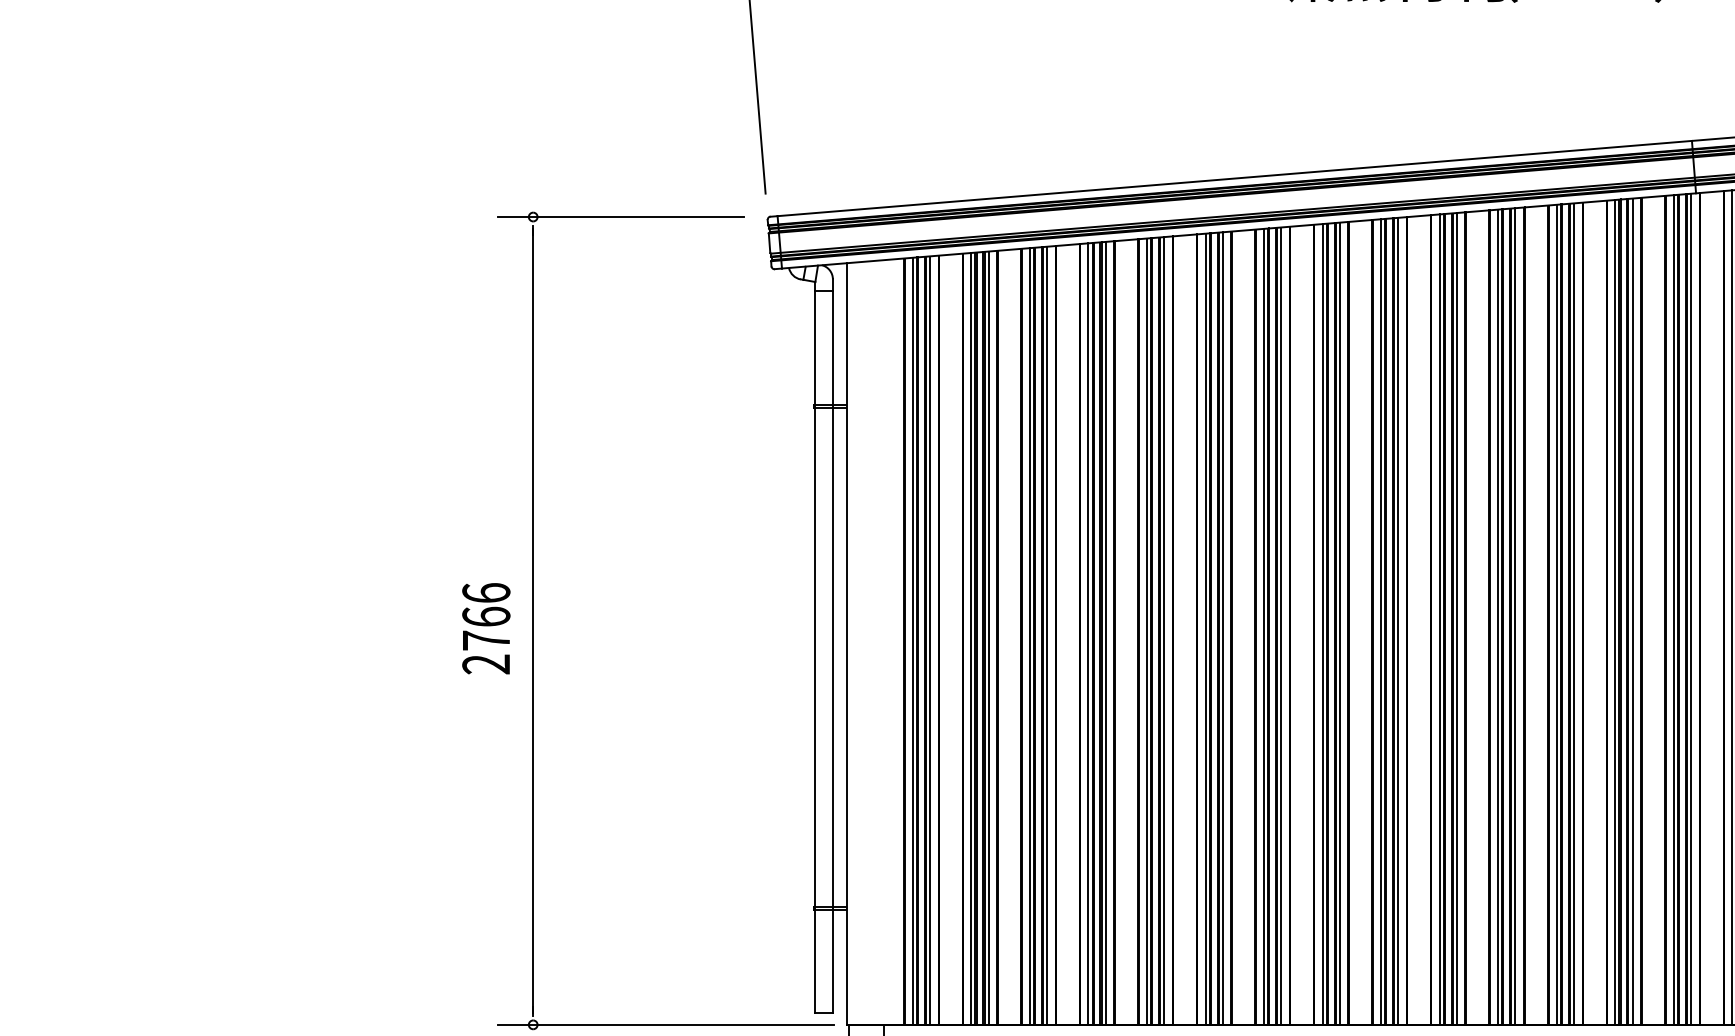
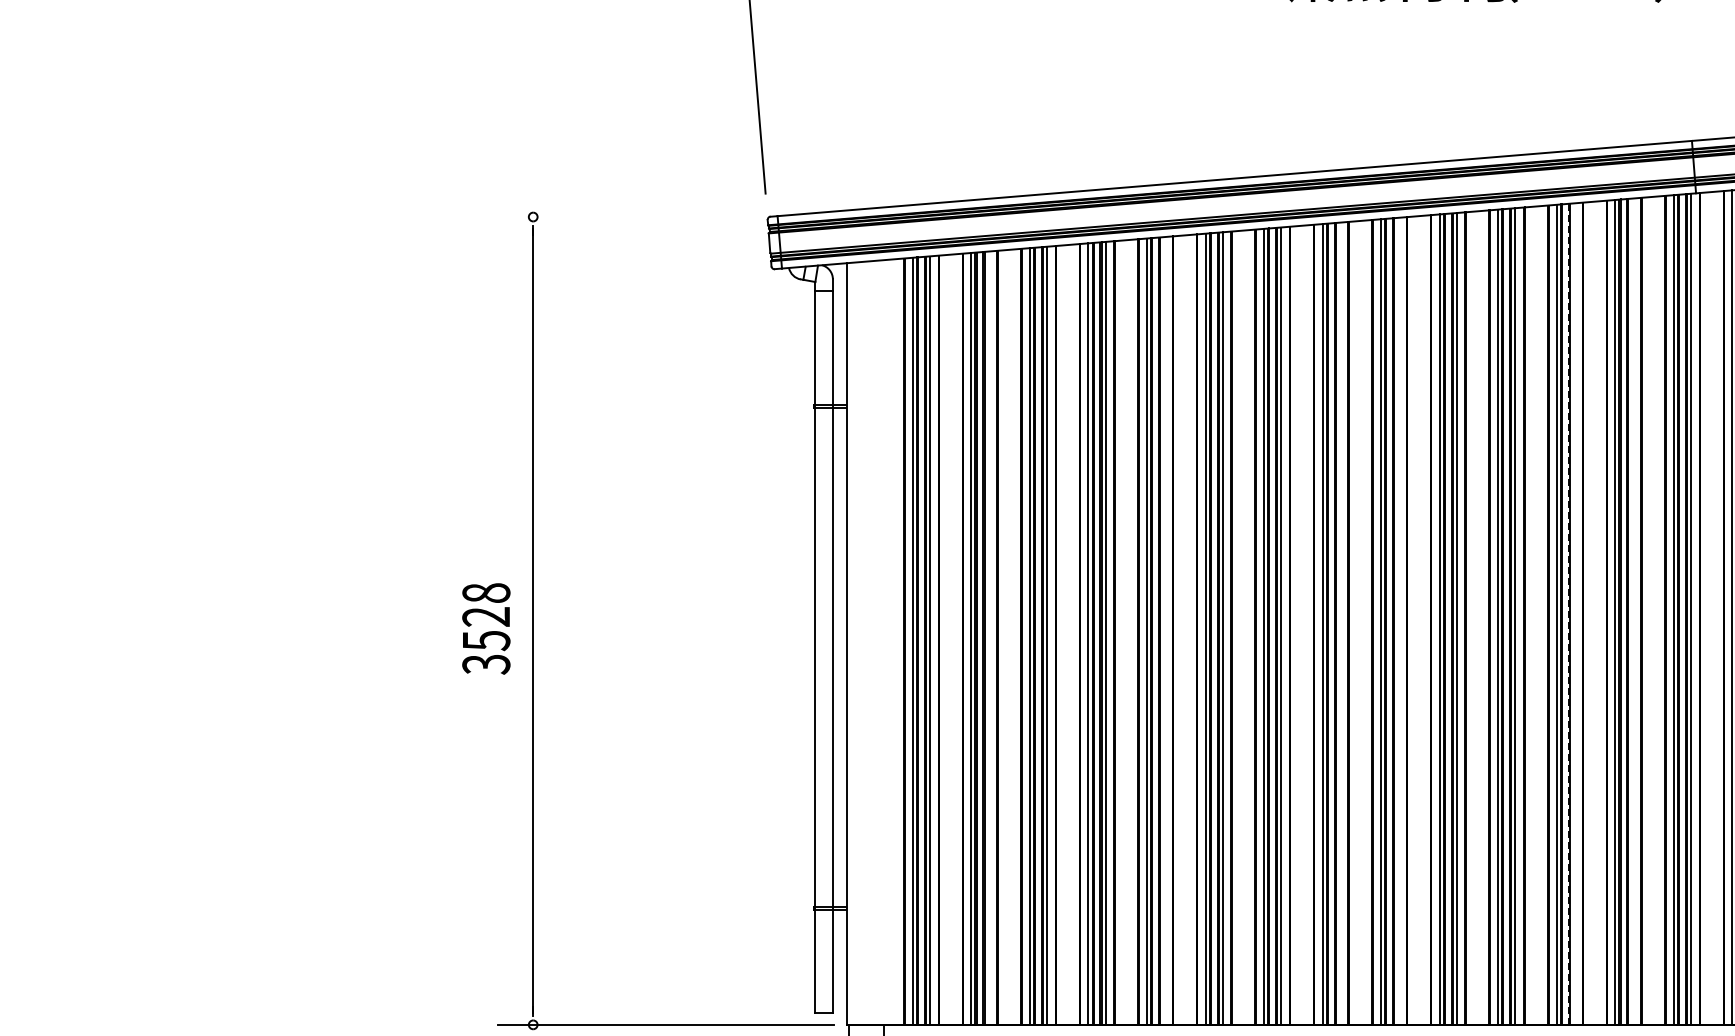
line at (620, 217): present -> none
line at (1632, 611): present -> none
line at (1568, 613): solid -> dashed
line at (1574, 613): present -> none
line at (1398, 620): present -> none
line at (1339, 623): present -> none
text at (486, 628): 2766 -> 3528
line at (1164, 630): present -> none
line at (988, 637): present -> none
